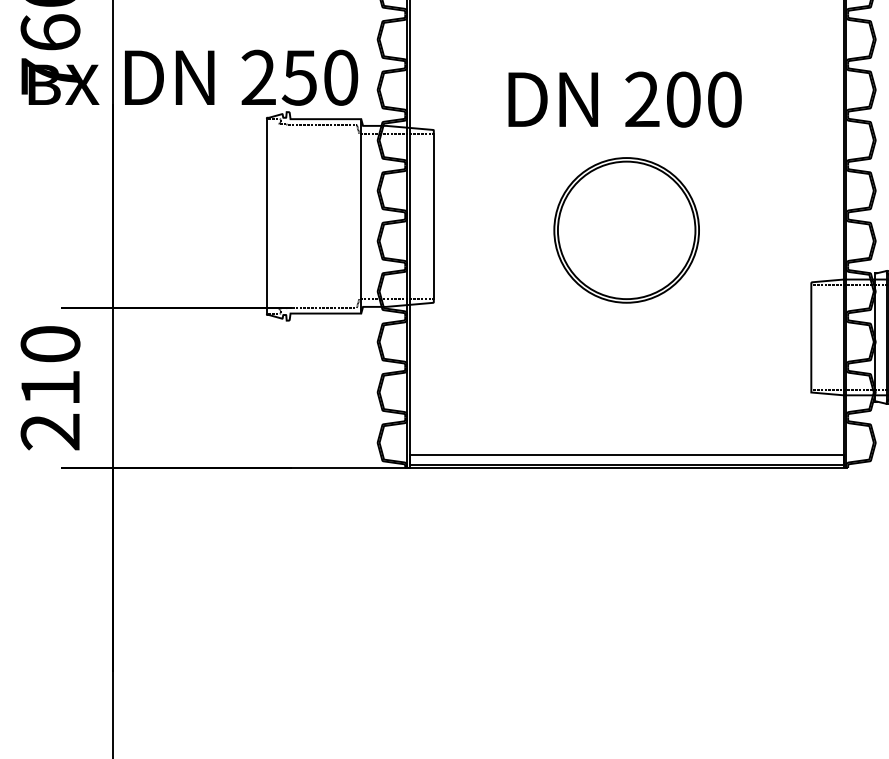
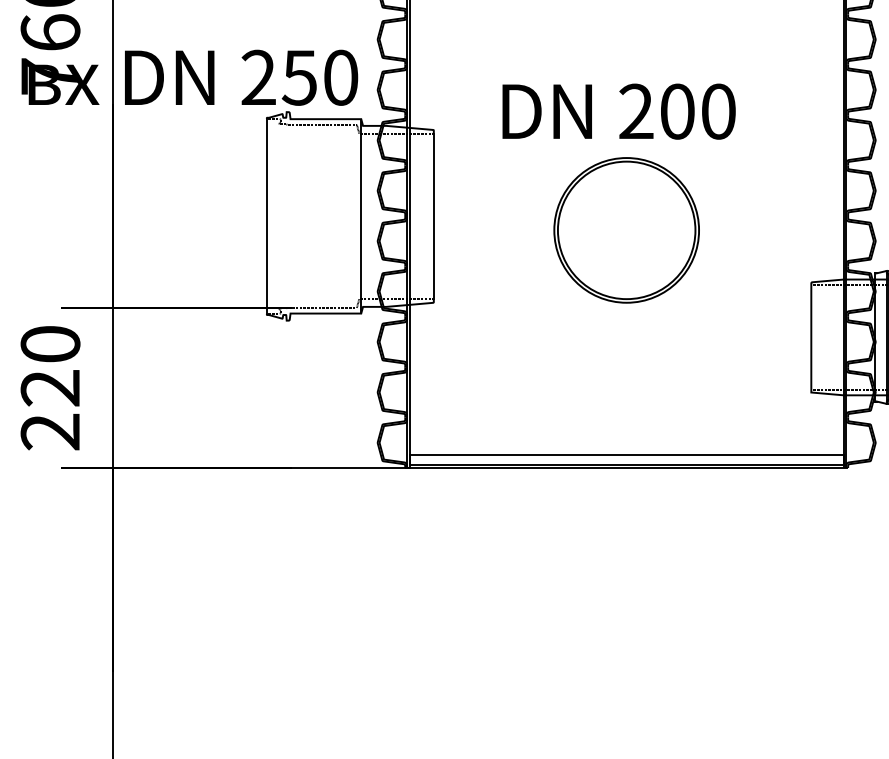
text at (624, 99) position: (624, 99) -> (618, 111)
text at (49, 388): 210 -> 220
